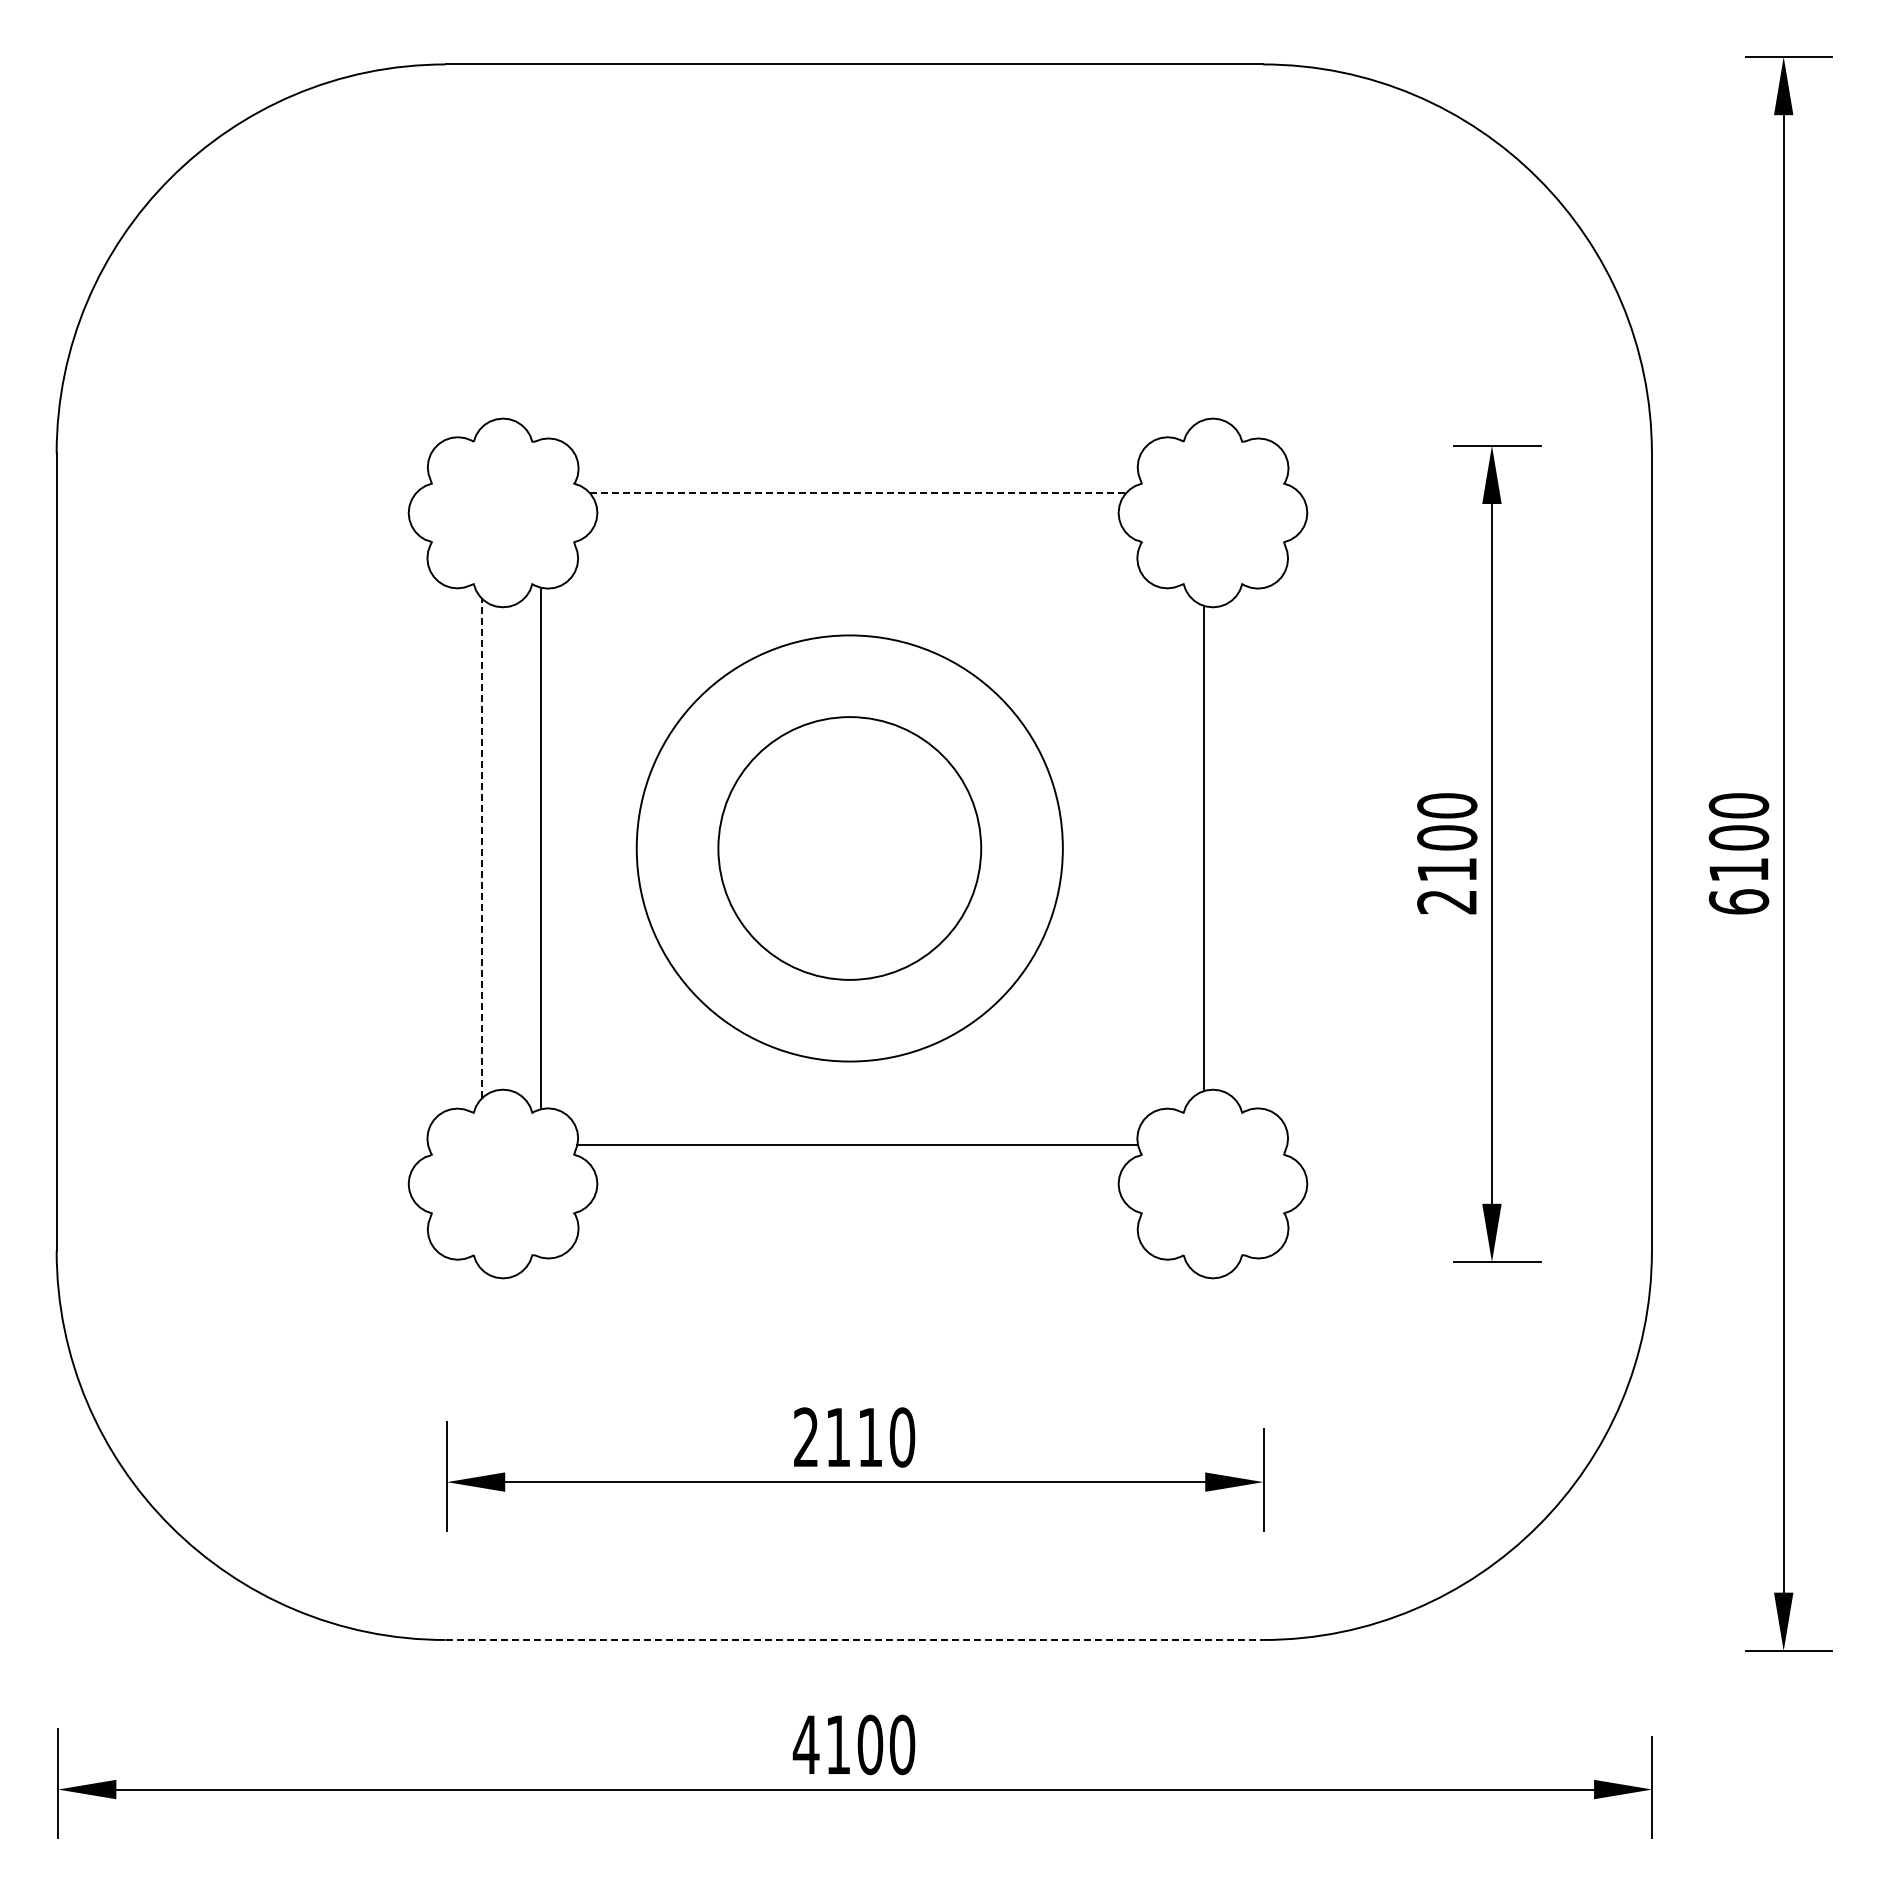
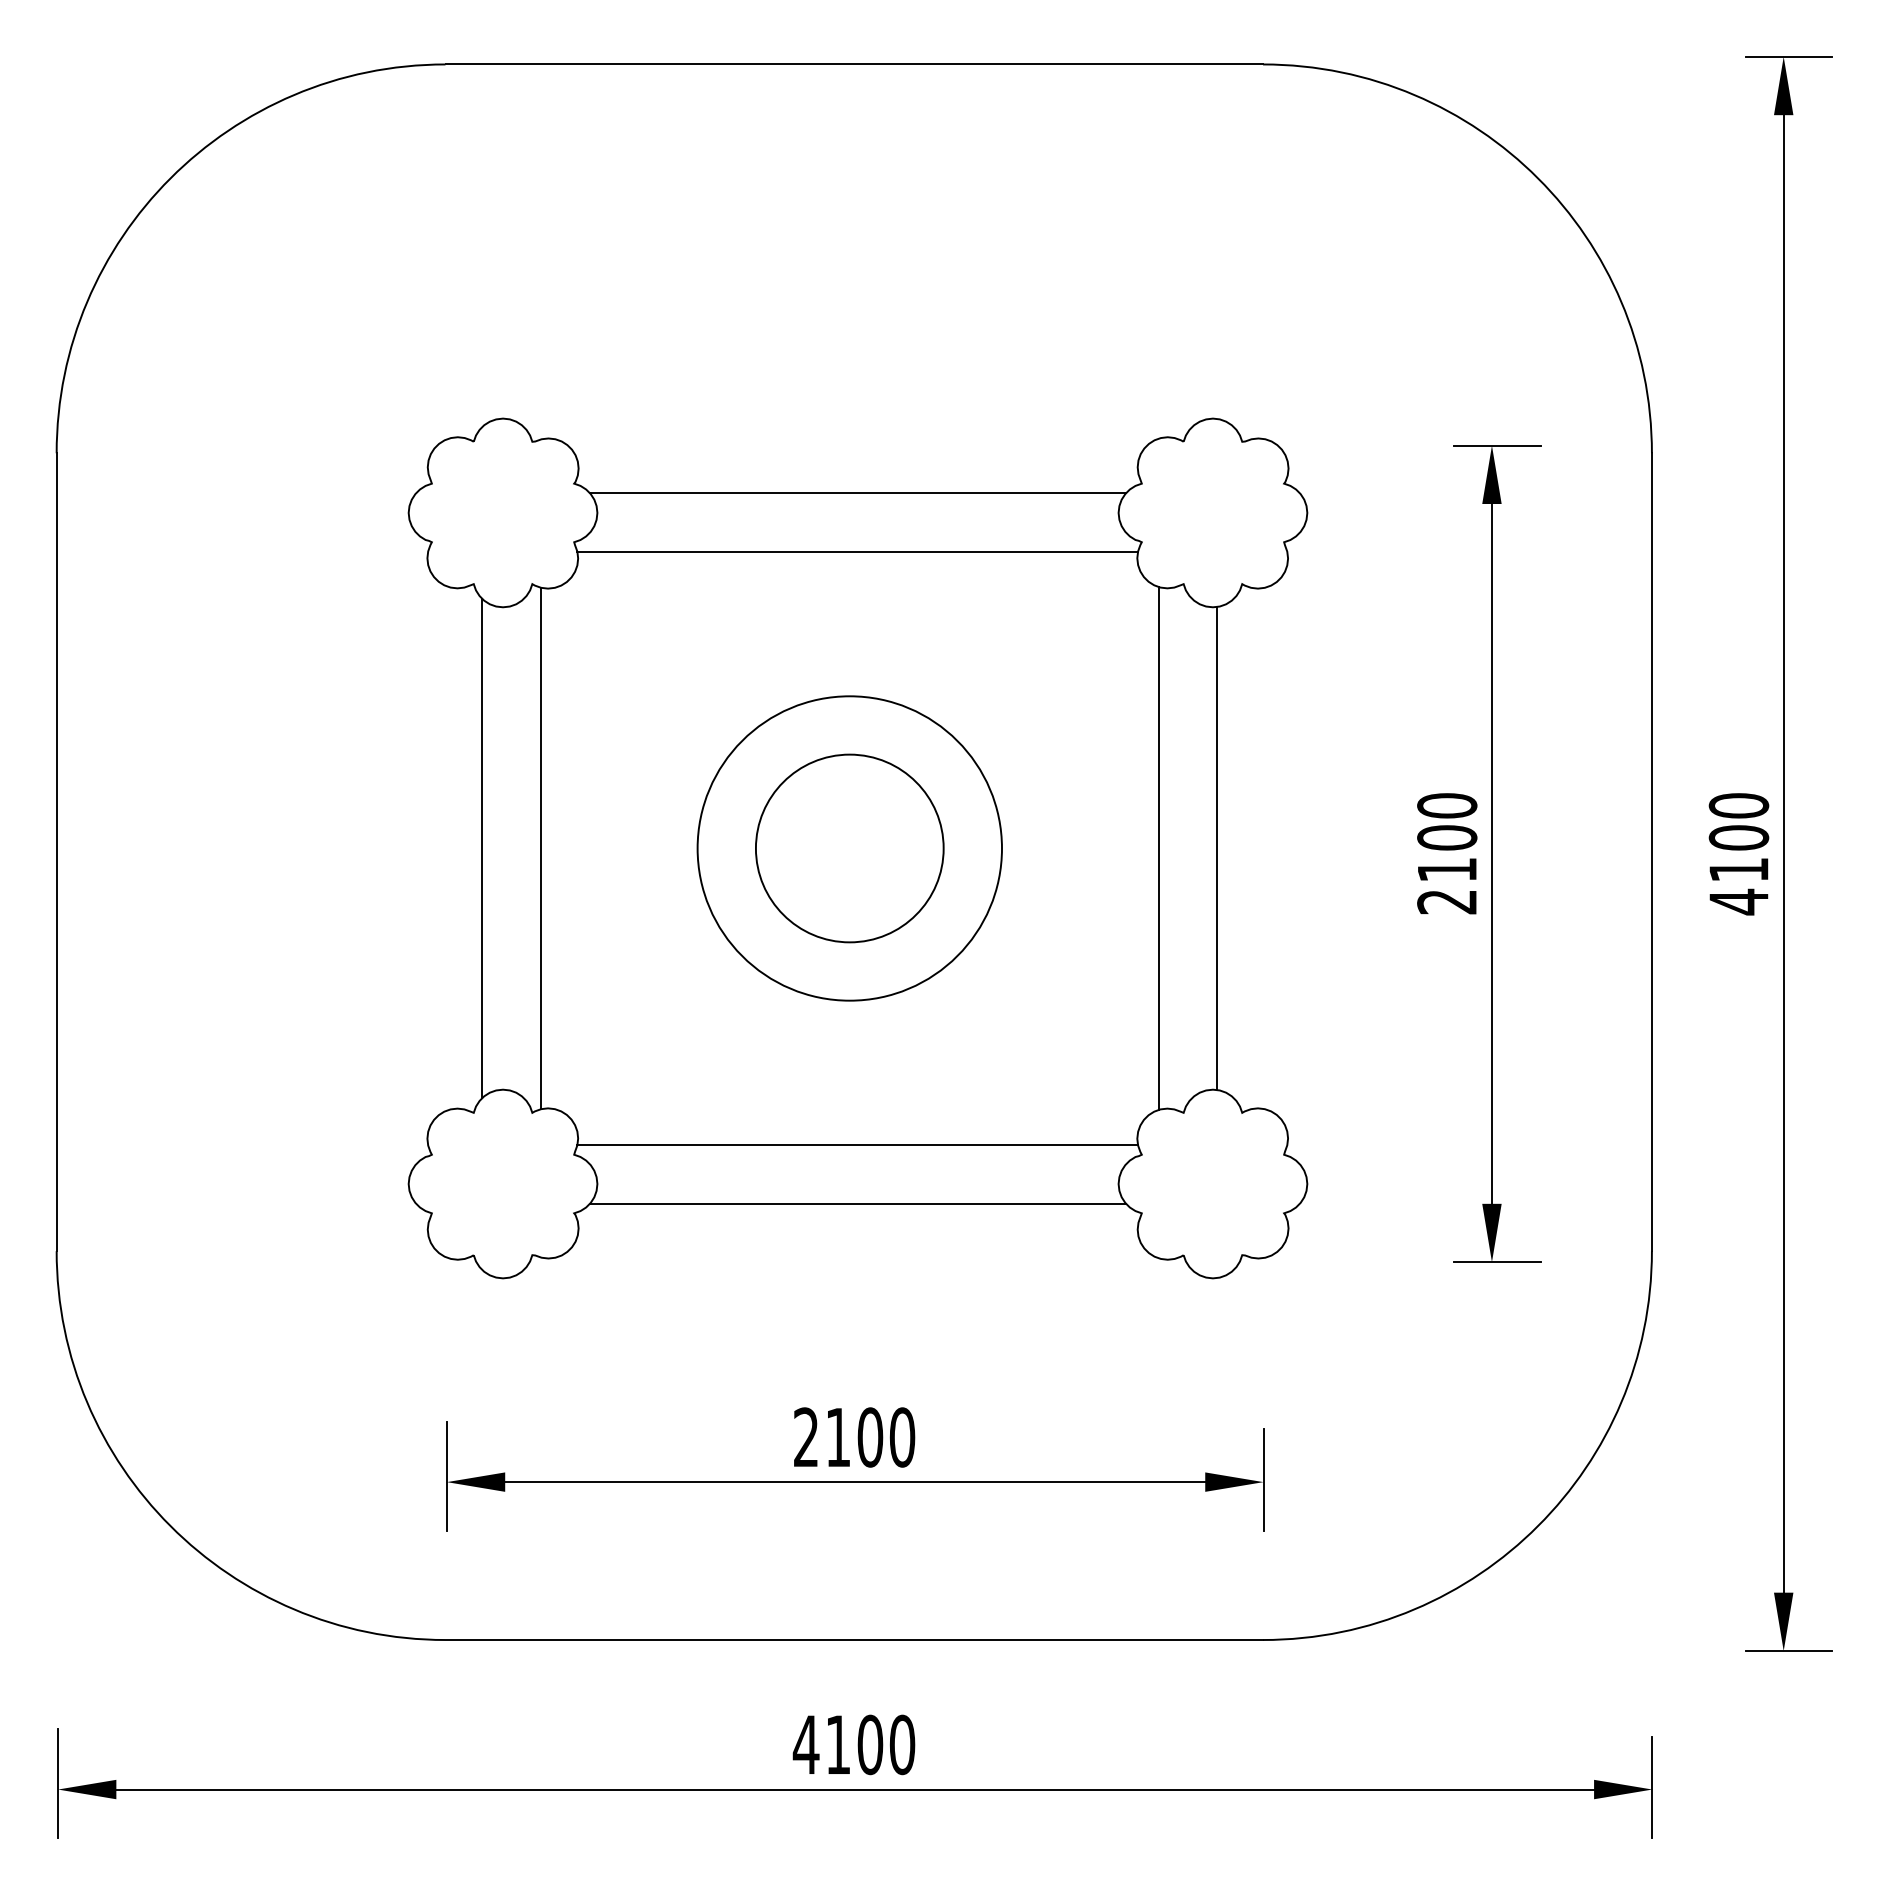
line at (858, 493): dashed -> solid
line at (857, 551): none -> present
line at (482, 848): dashed -> solid
circle at (849, 848) diameter: 263 px -> 188 px
circle at (849, 848) diameter: 426 px -> 304 px
line at (1159, 848): none -> present
line at (1204, 848) position: (1204, 848) -> (1217, 848)
text at (1738, 901): 6100 -> 4100
line at (857, 1203): none -> present
text at (870, 1437): 2110 -> 2100
line at (854, 1640): dashed -> solid
